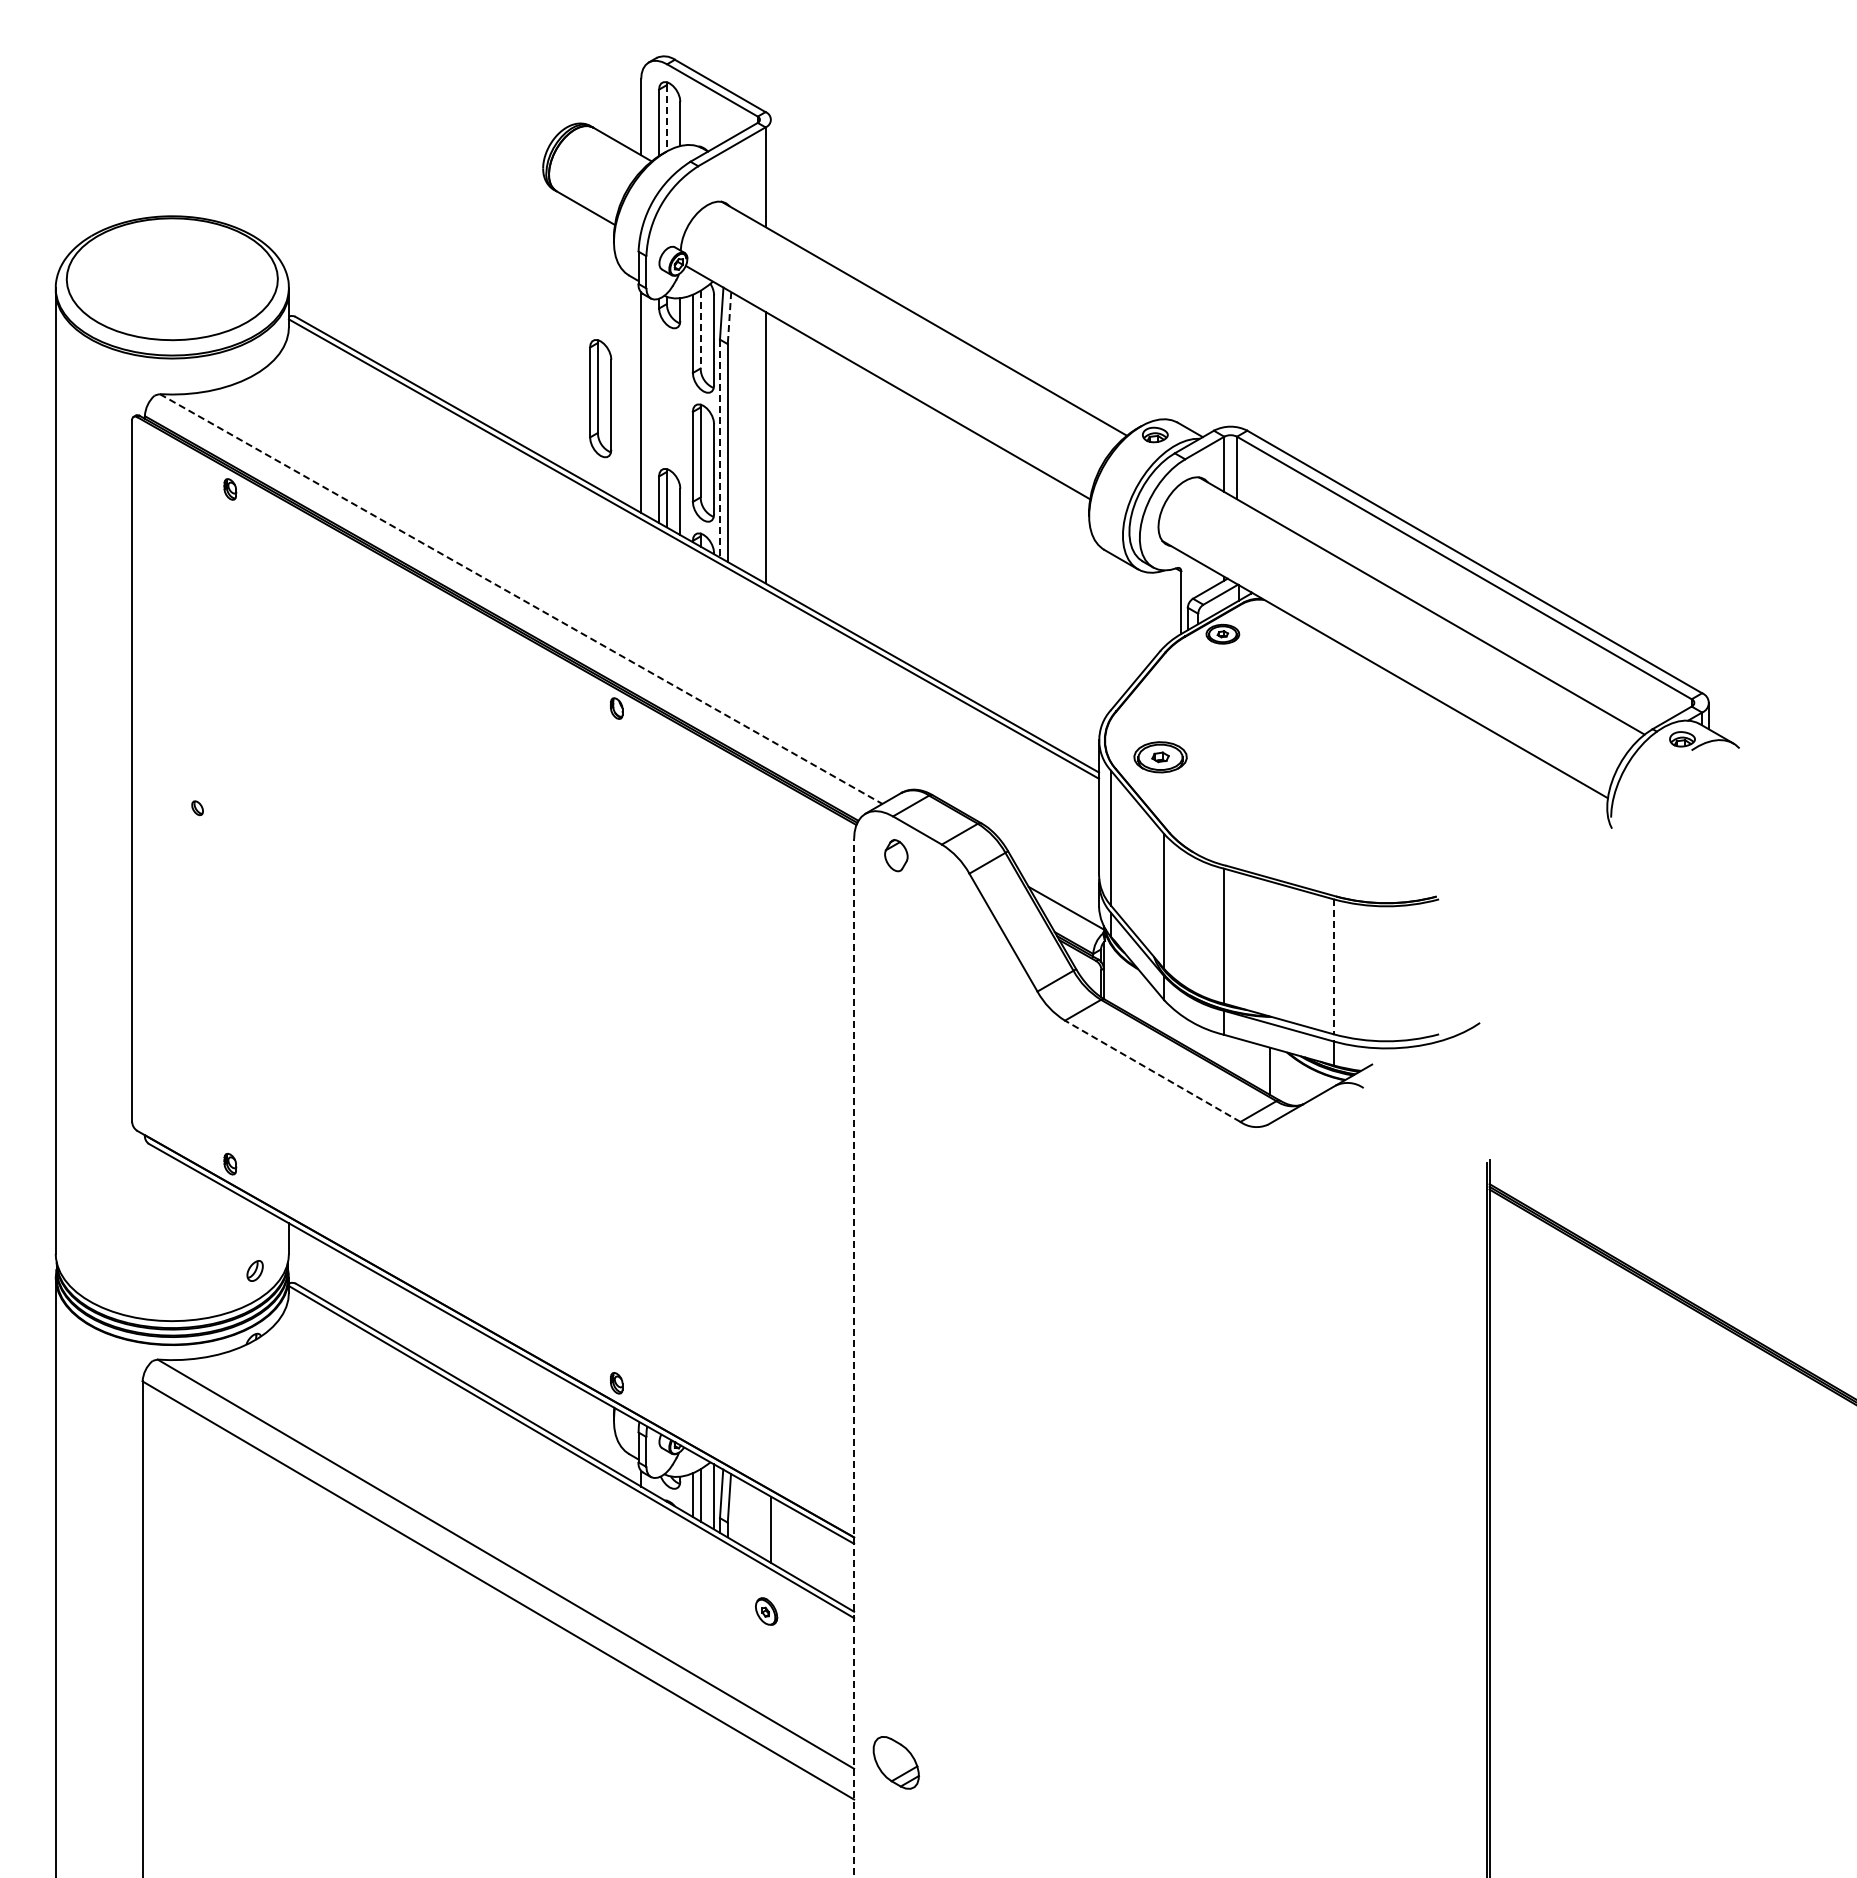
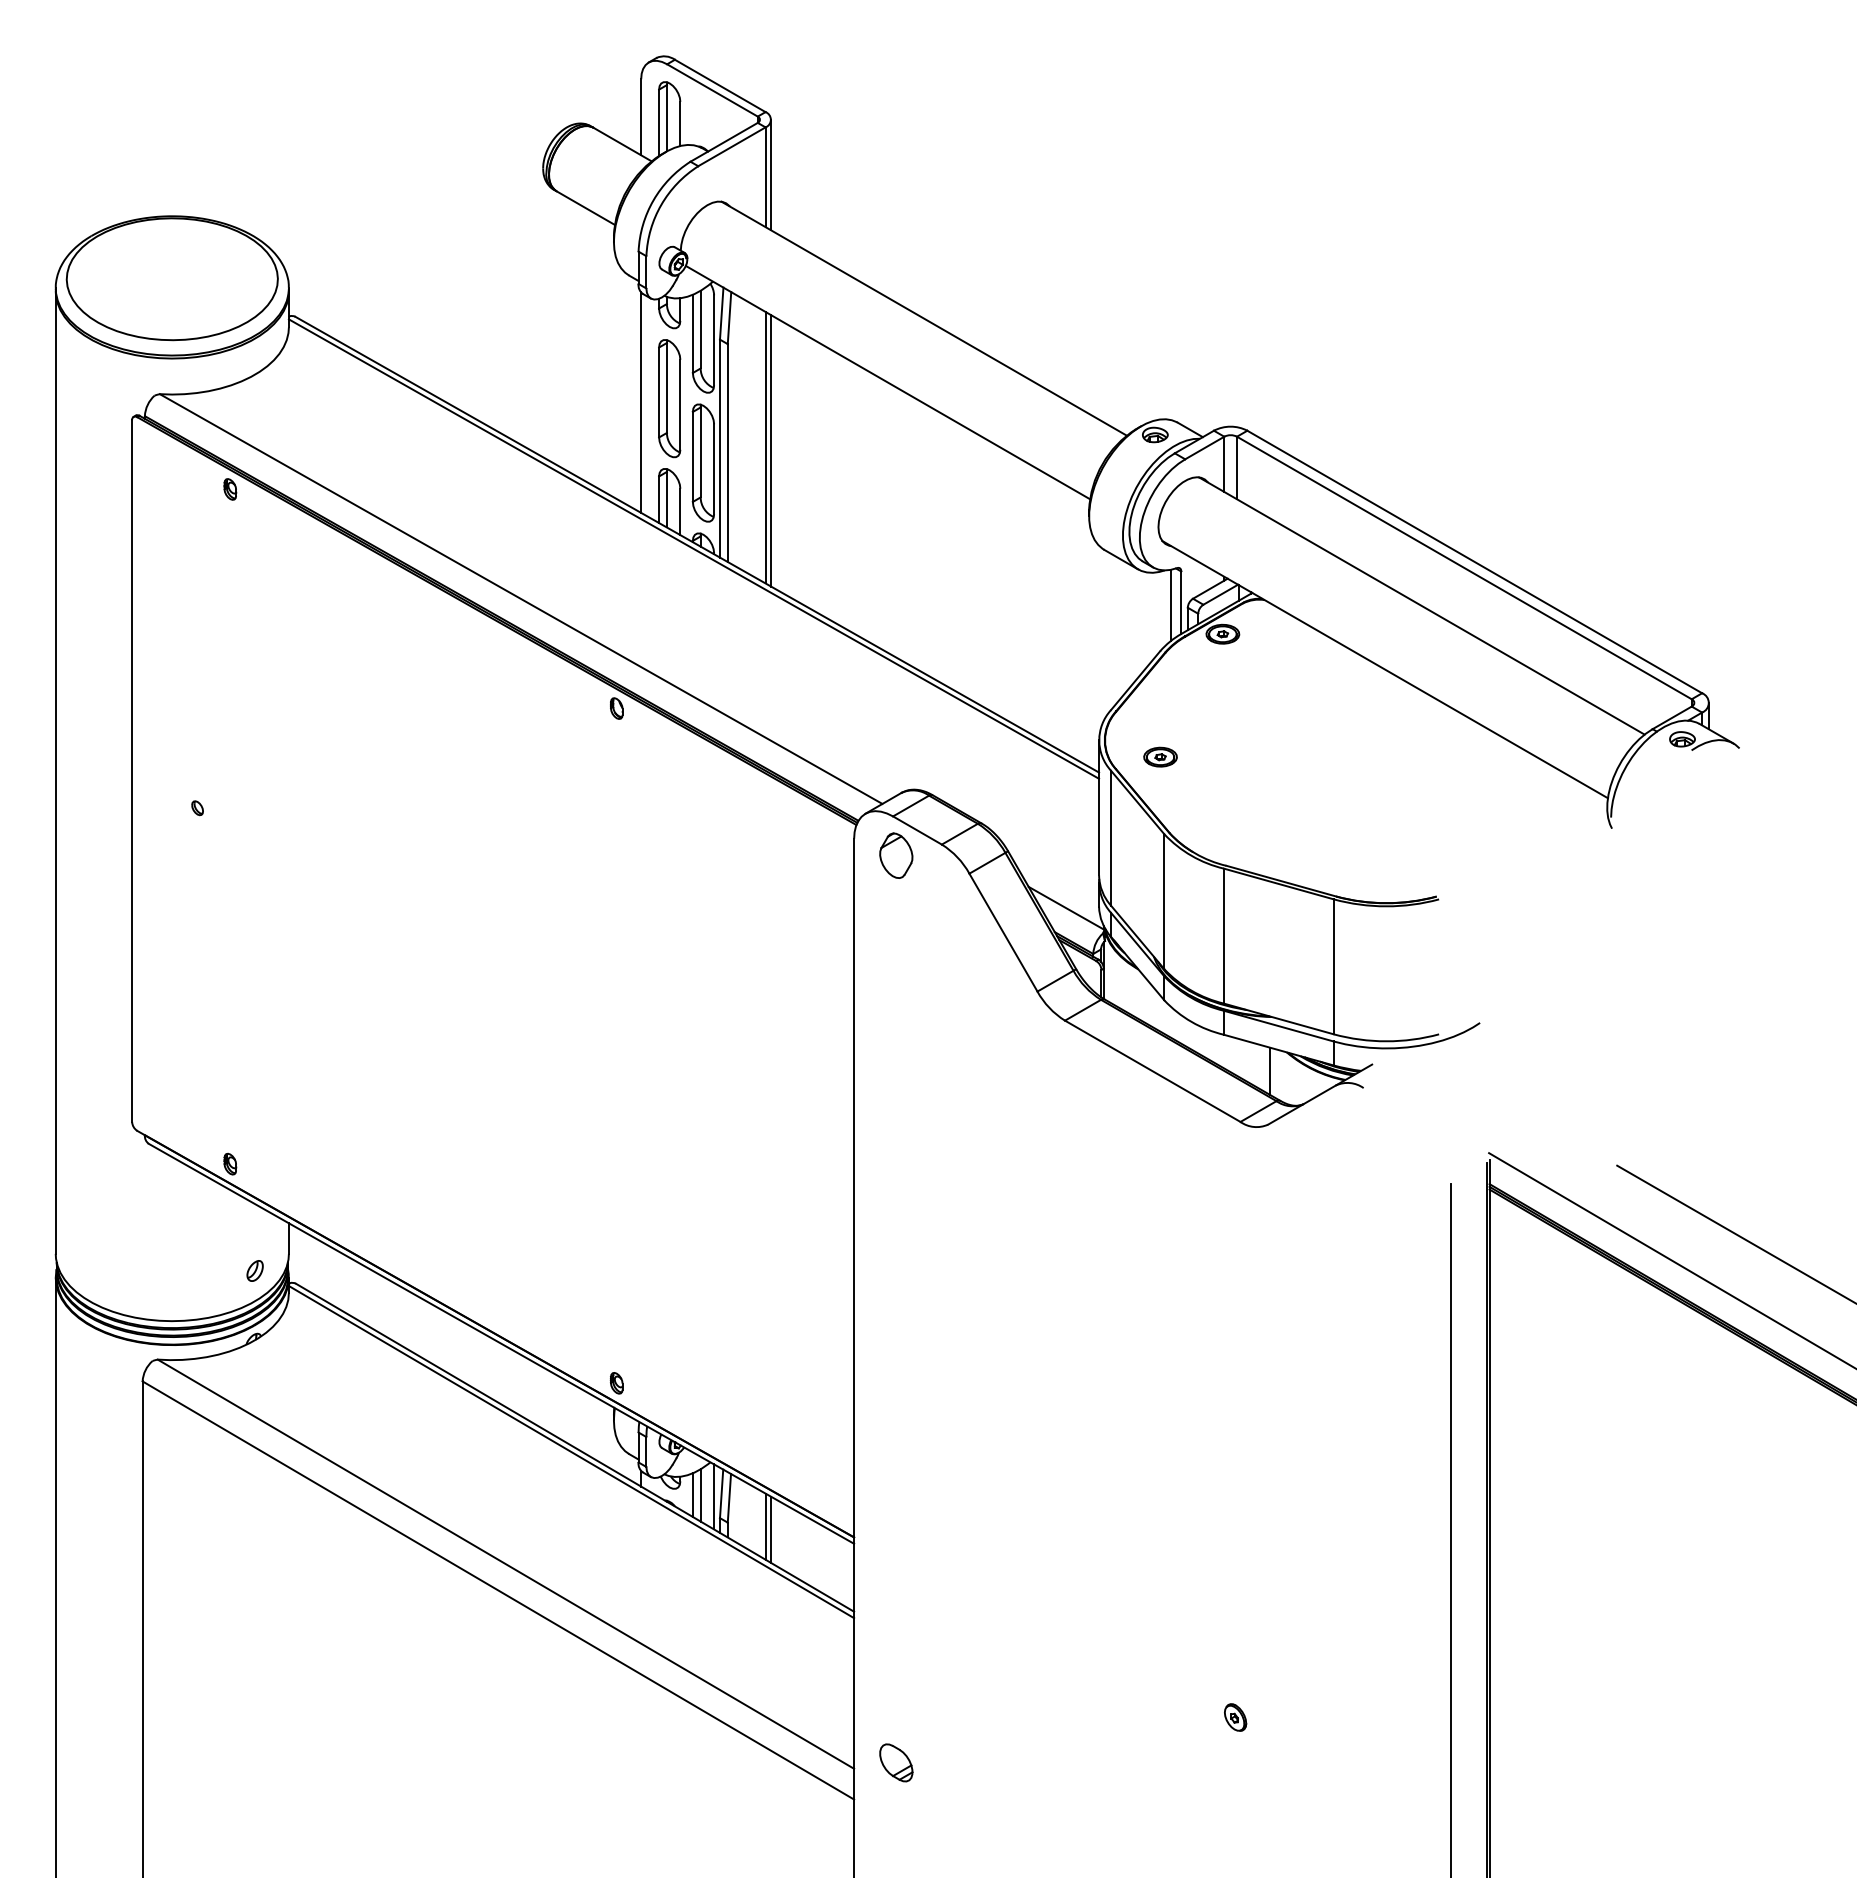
line at (666, 118): dashed -> solid
line at (771, 174): none -> present
line at (729, 318): dashed -> solid
line at (700, 329): dashed -> solid
part at (600, 398) position: (600, 398) -> (669, 398)
line at (720, 448): dashed -> solid
line at (771, 450): none -> present
line at (521, 599): dashed -> solid
line at (1170, 604): none -> present
part at (1160, 757) size: 55x33 px -> 35x22 px
part at (896, 855) size: 25x34 px -> 35x47 px
line at (1333, 967): dashed -> solid
line at (1152, 1071): dashed -> solid
line at (1735, 1233): none -> present
line at (1671, 1260): none -> present
line at (854, 1357): dashed -> solid
line at (765, 1526): none -> present
line at (1451, 1528): none -> present
part at (766, 1611) position: (766, 1611) -> (1235, 1717)
part at (895, 1762) size: 48x54 px -> 35x40 px
